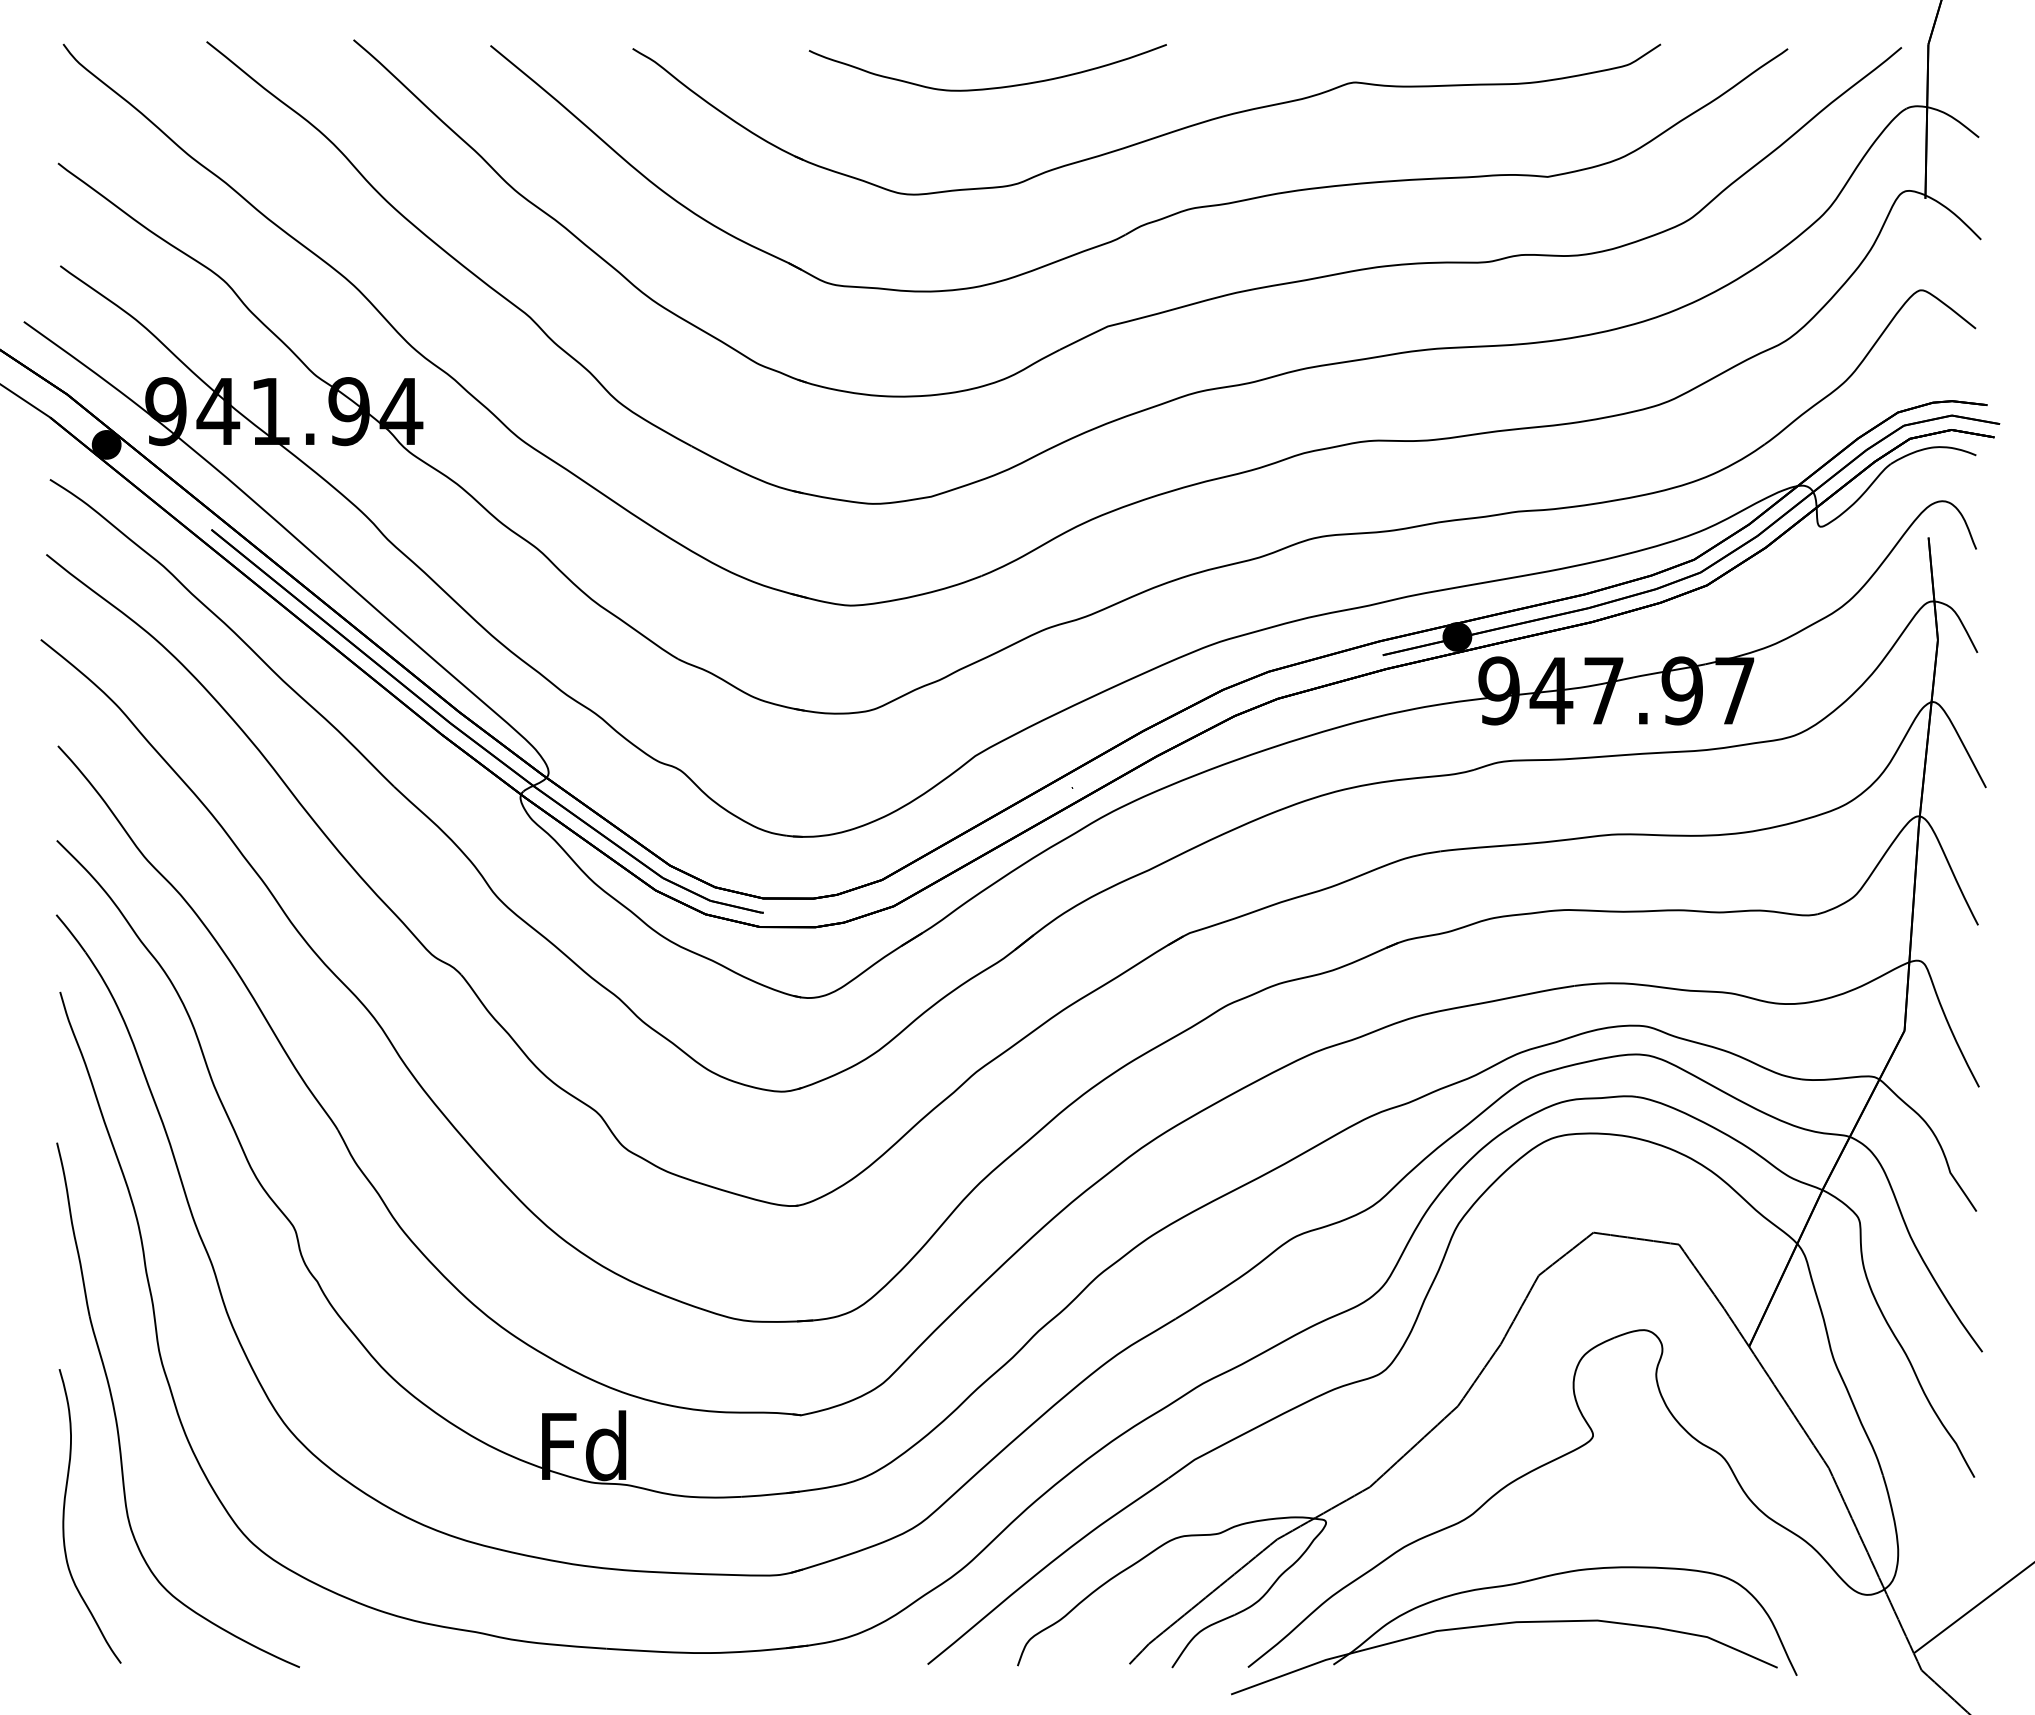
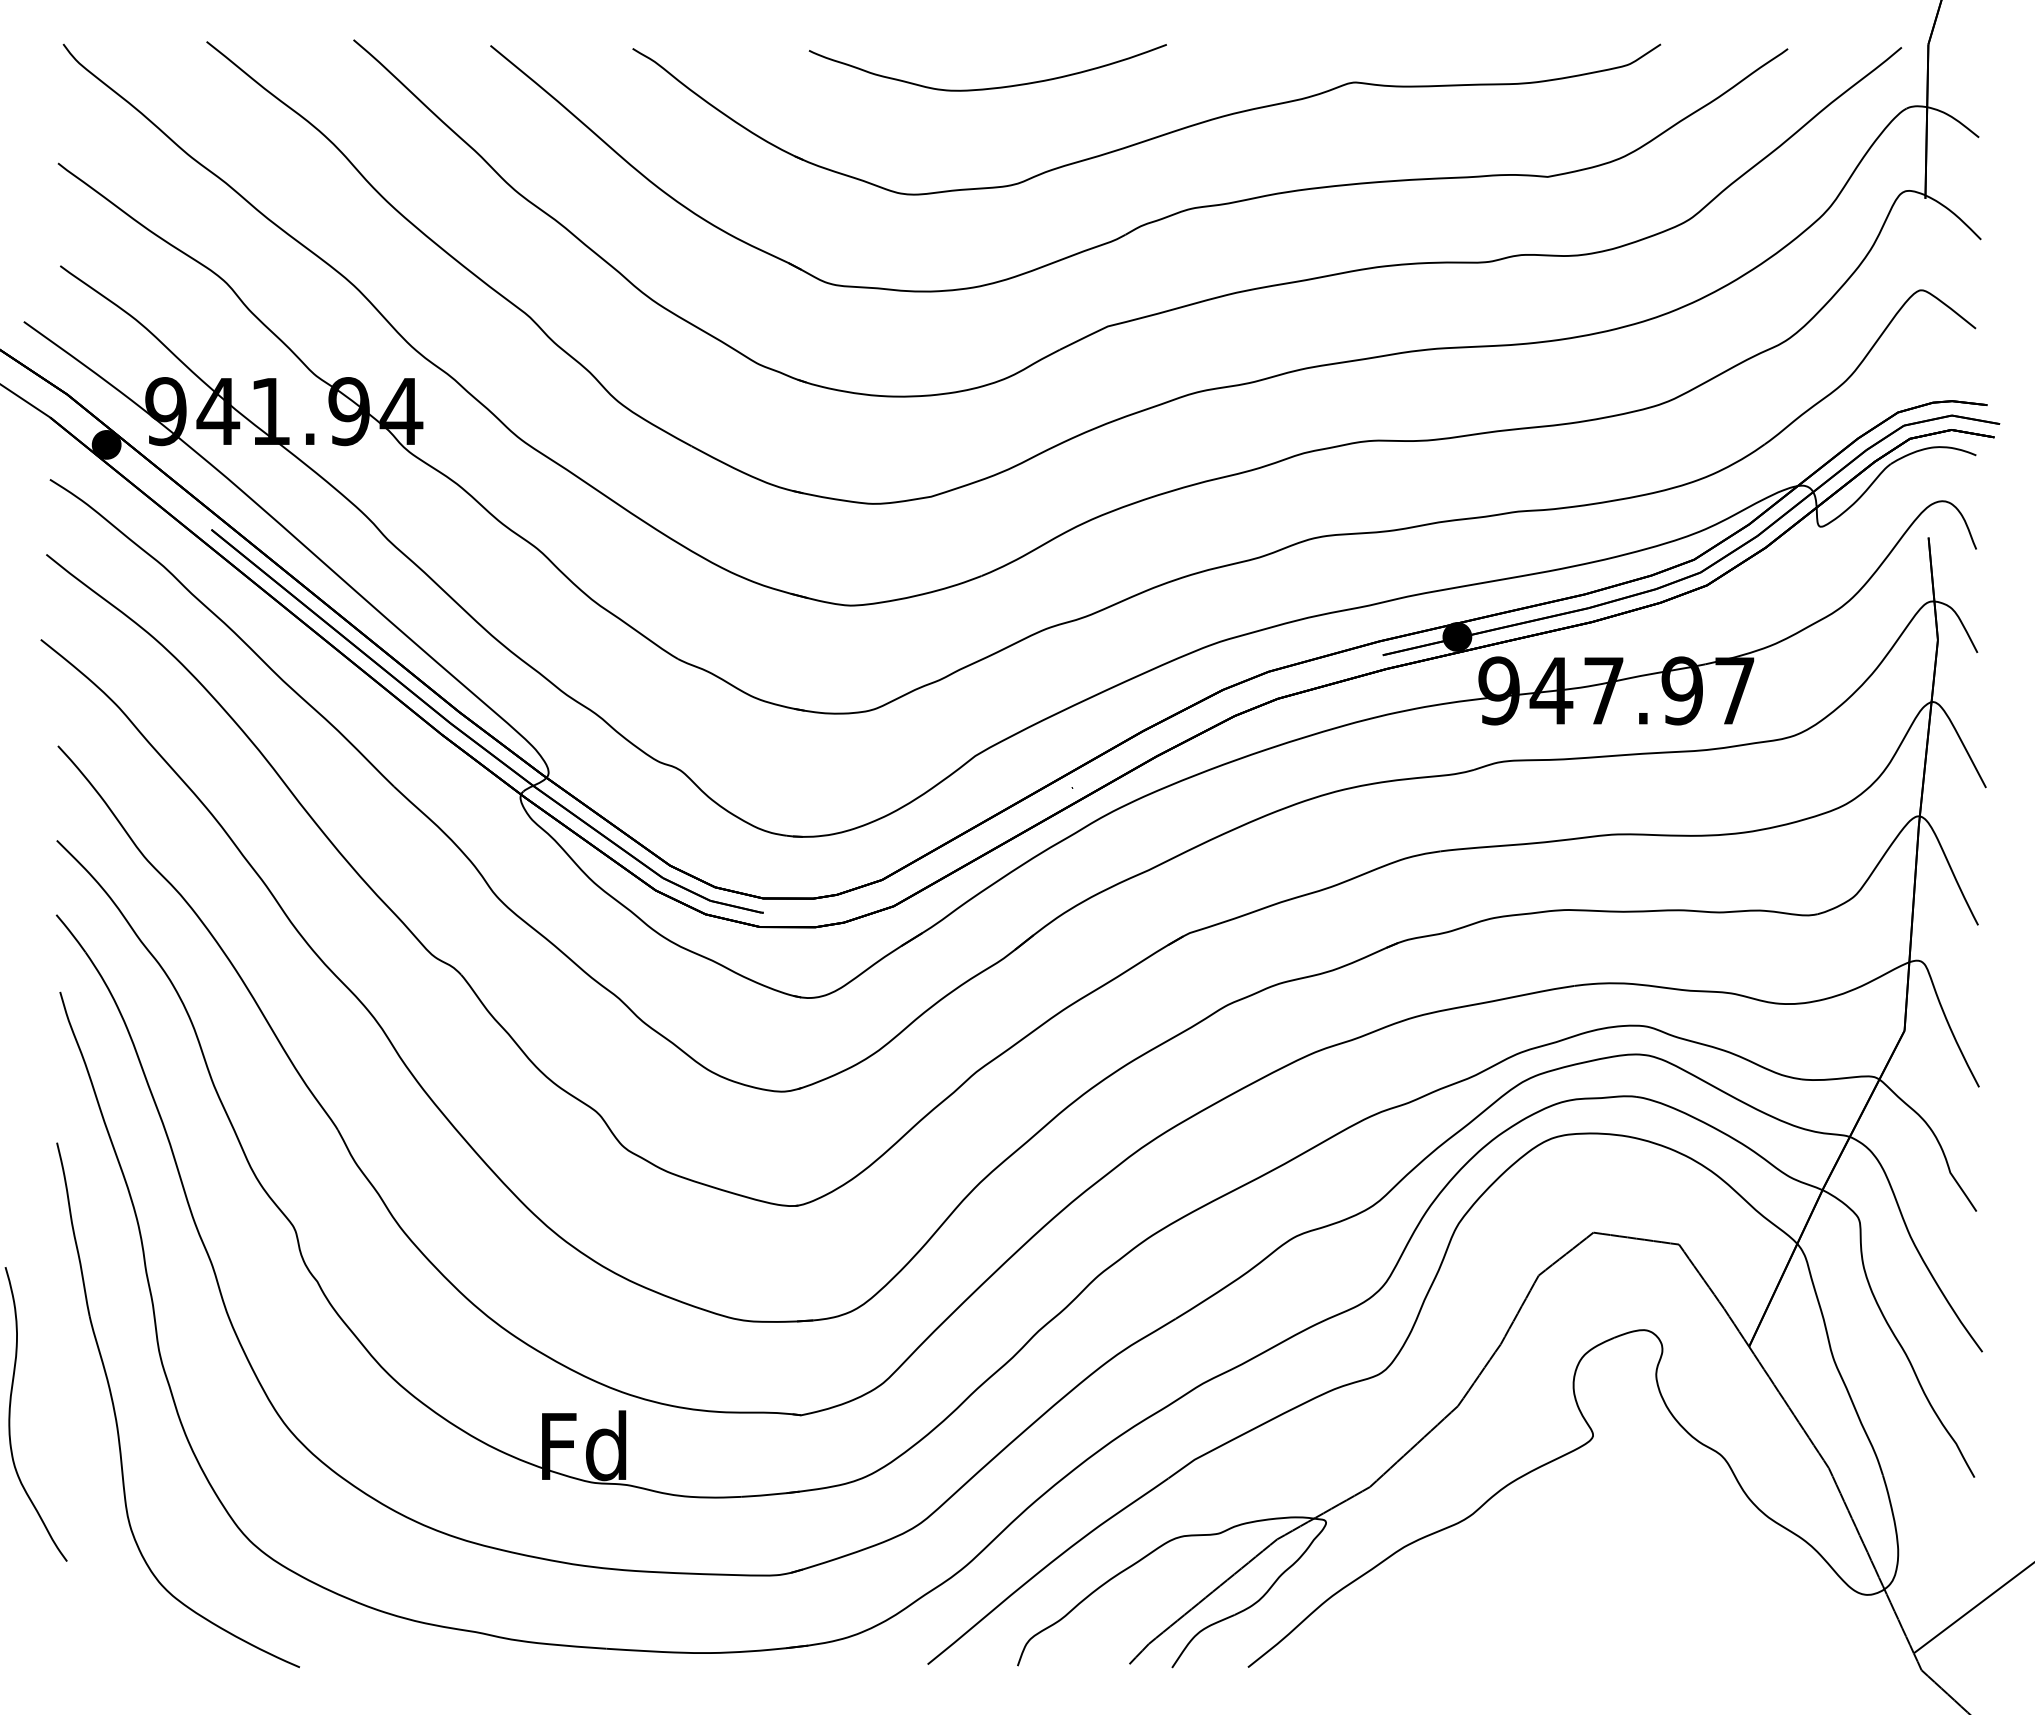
curve at (64, 1516) position: (64, 1516) -> (10, 1414)
part at (1514, 1623): present -> none
